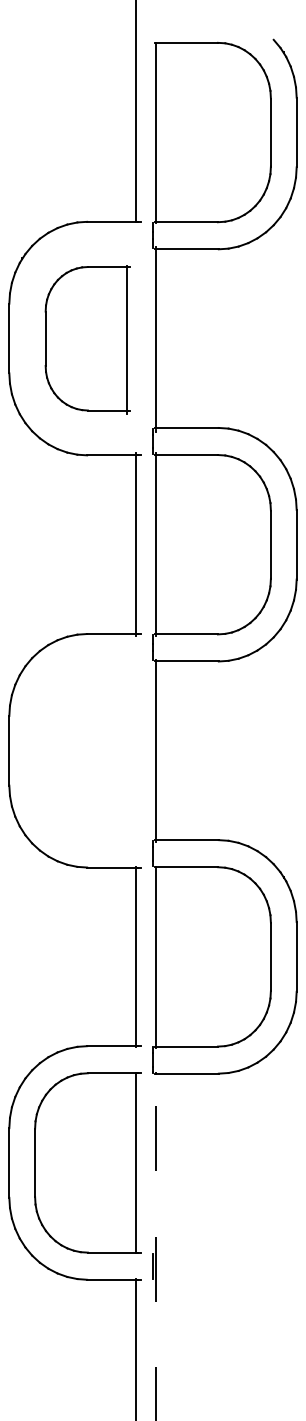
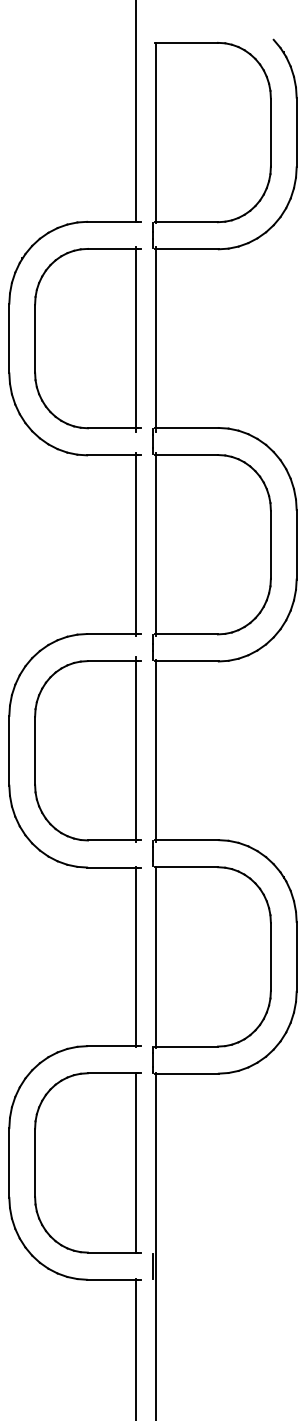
part at (87, 339) size: 87x150 px -> 108x187 px
part at (87, 749): none -> present
line at (155, 1247): dashed -> solid
